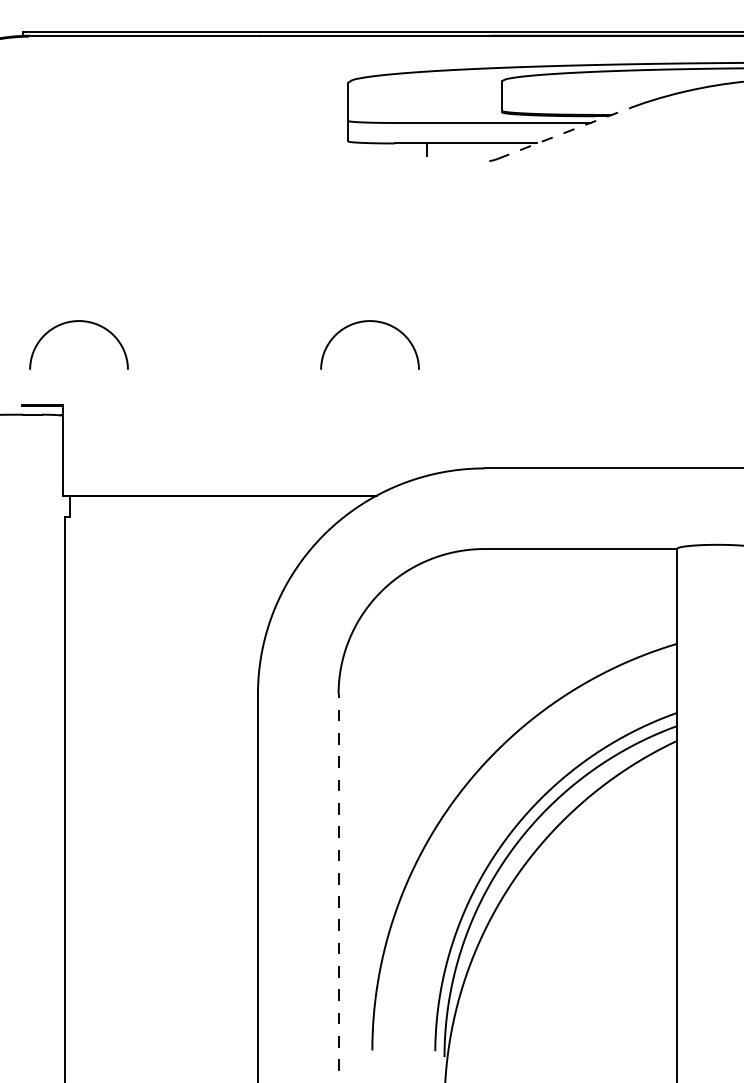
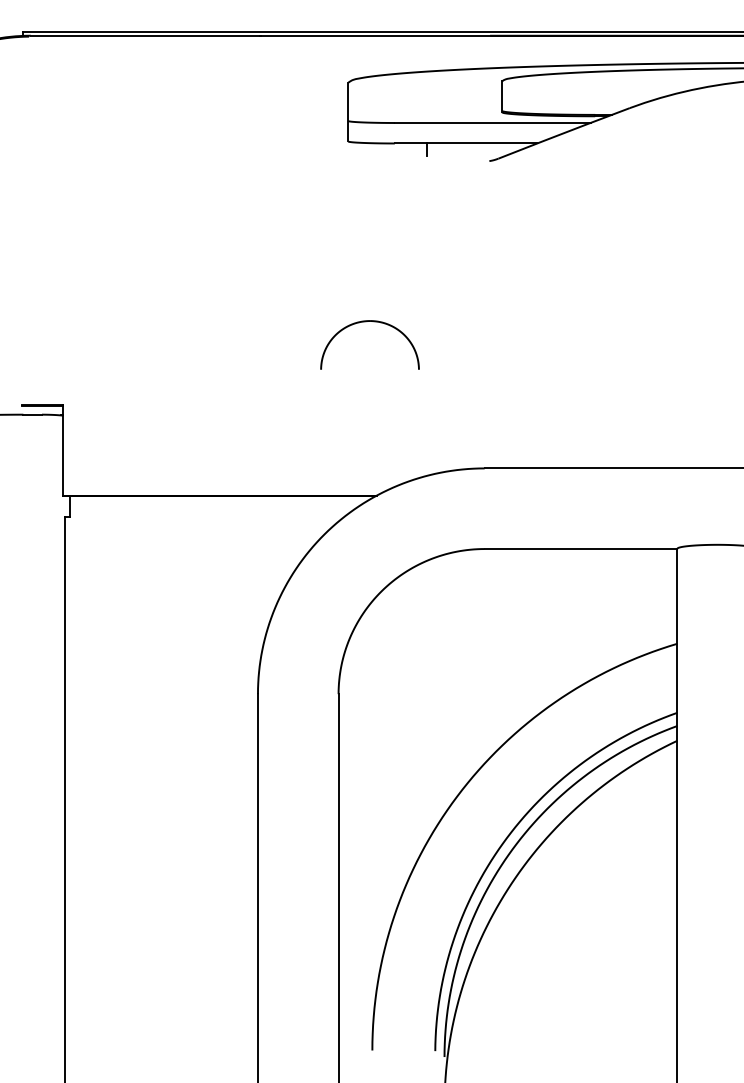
line at (564, 132): dashed -> solid
part at (75, 322): present -> none
line at (338, 888): dashed -> solid
